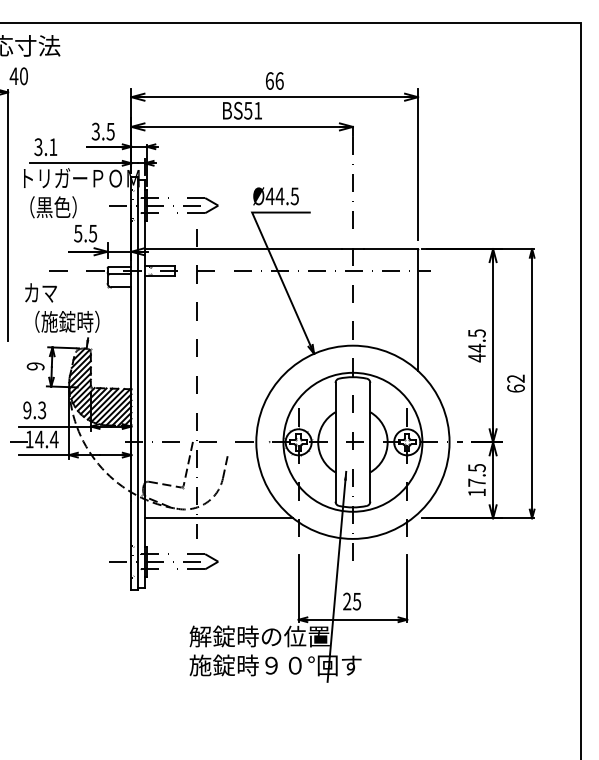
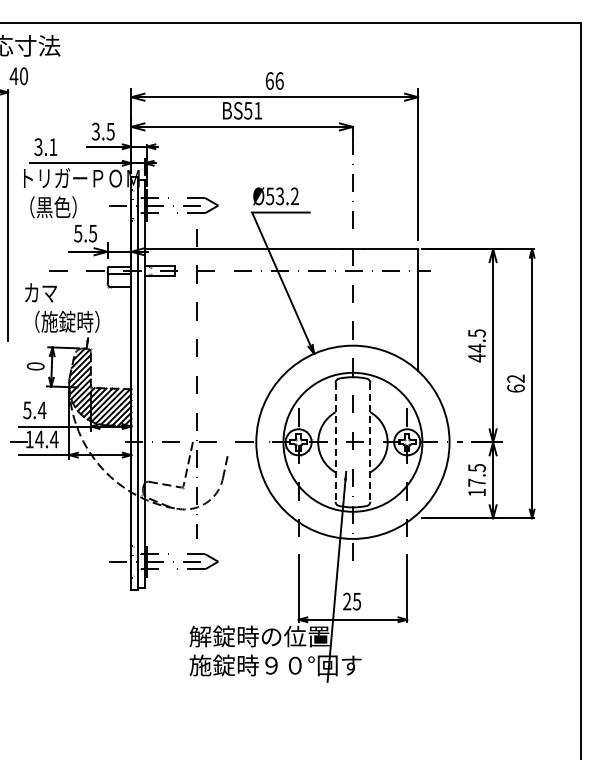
text at (281, 196): Ø44.5 -> Ø53.2
text at (35, 366): 9 -> 0
text at (34, 410): 9.3 -> 5.4
line at (335, 442): solid -> dashed
line at (370, 442): solid -> dashed
line at (218, 518): present -> none
